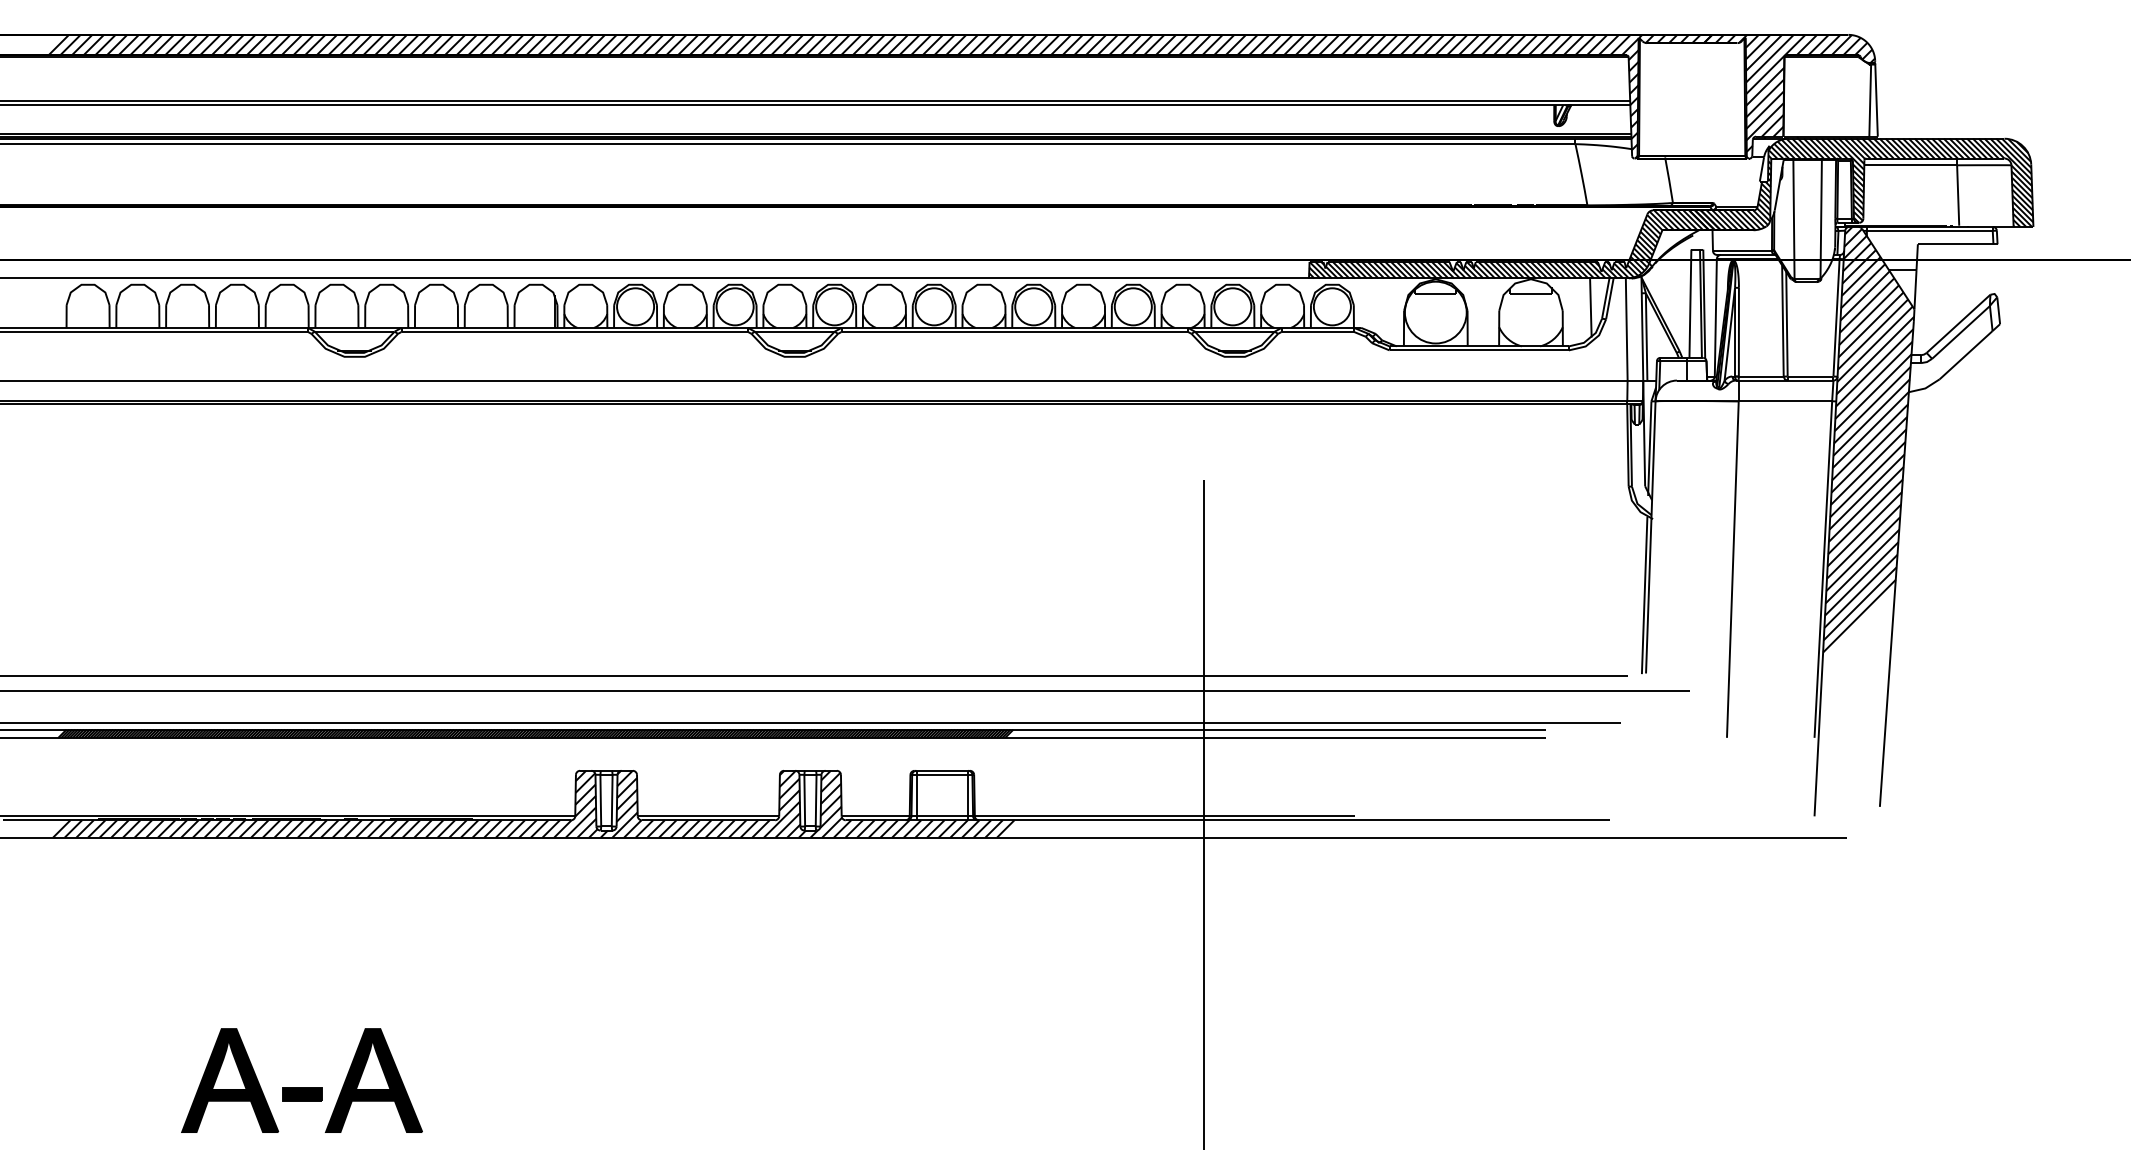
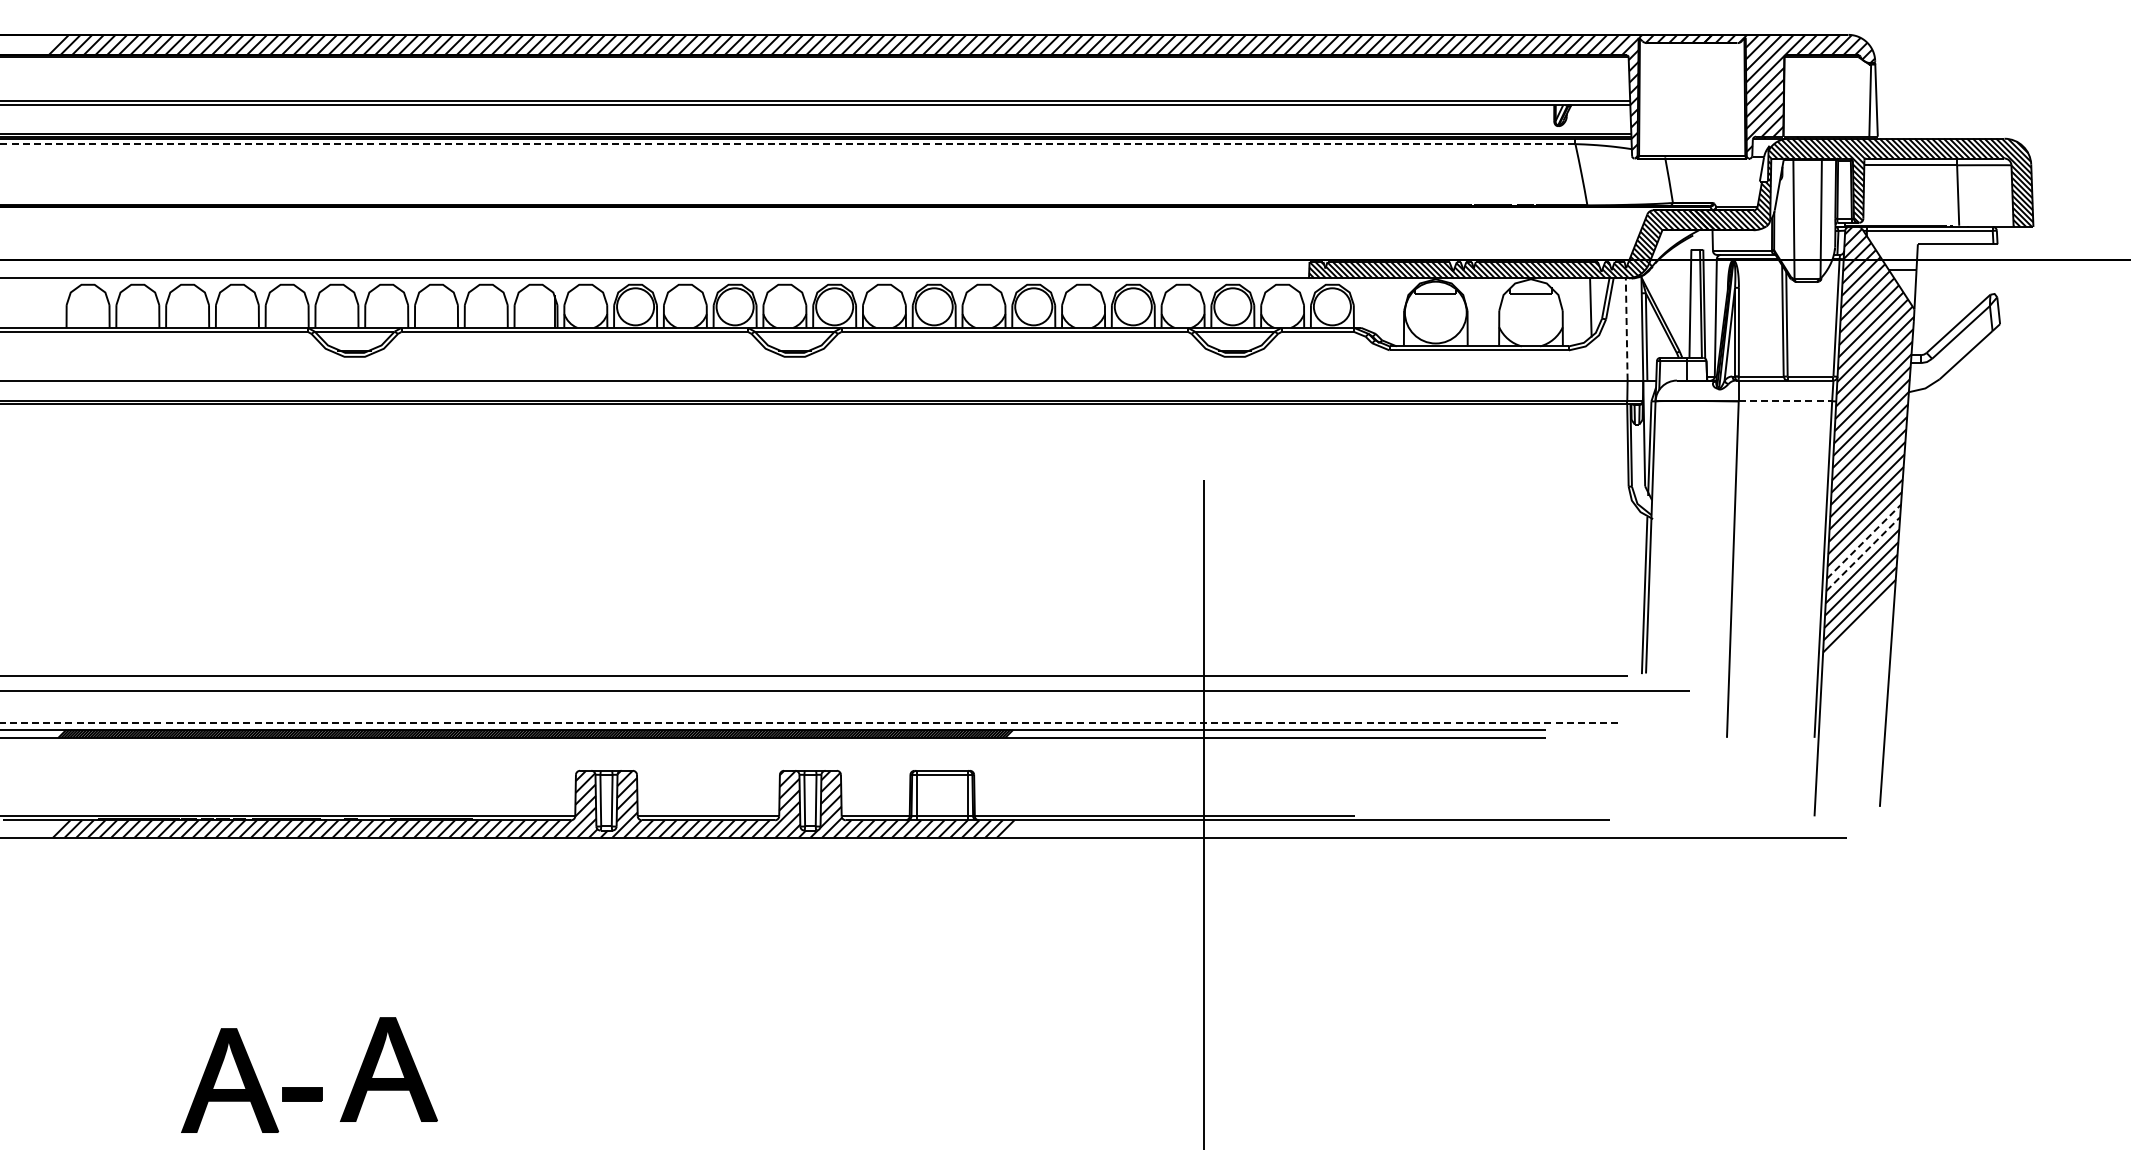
line at (787, 144): solid -> dashed
line at (1626, 329): solid -> dashed
line at (1785, 401): solid -> dashed
line at (1864, 541): solid -> dashed
line at (1863, 553): solid -> dashed
line at (811, 723): solid -> dashed
part at (373, 1080) position: (373, 1080) -> (388, 1069)
